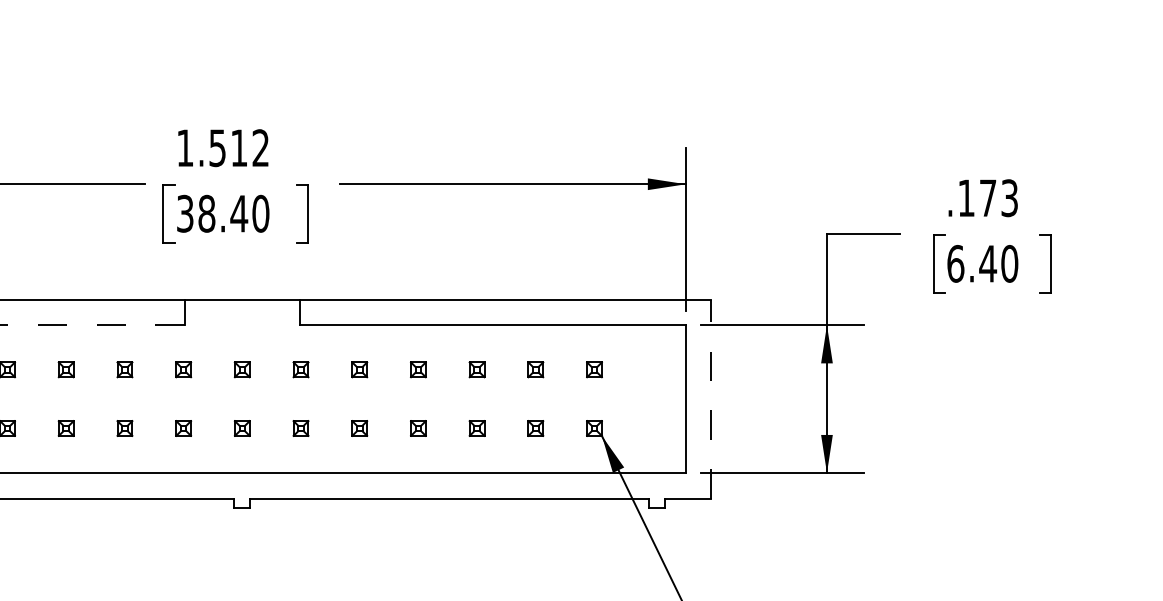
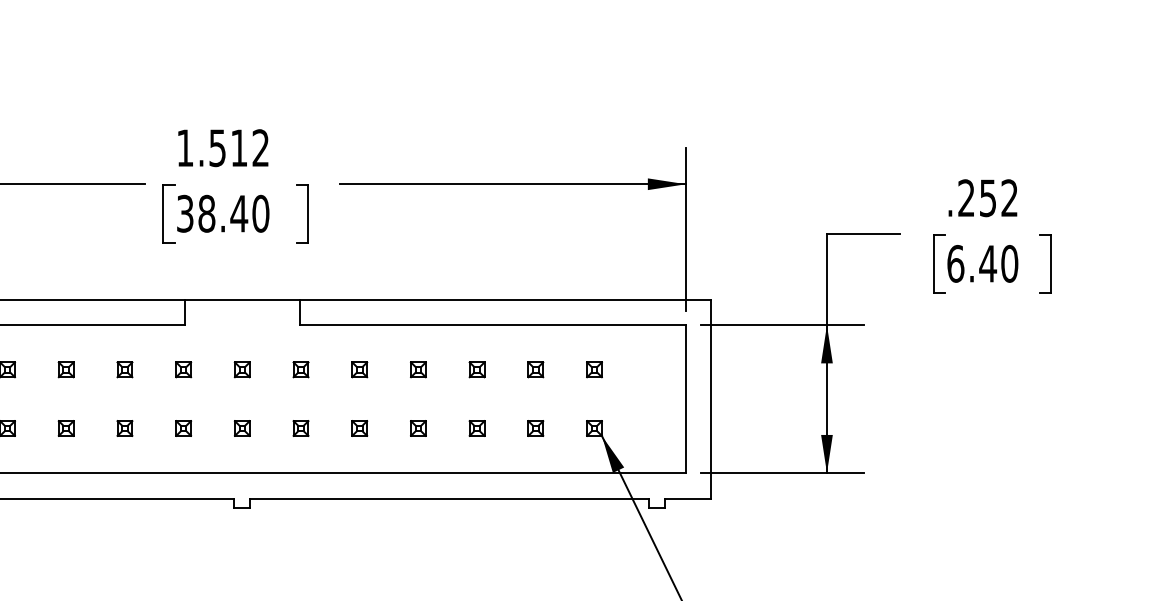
text at (987, 198): .173 -> .252
line at (92, 325): dashed -> solid
line at (711, 398): dashed -> solid
